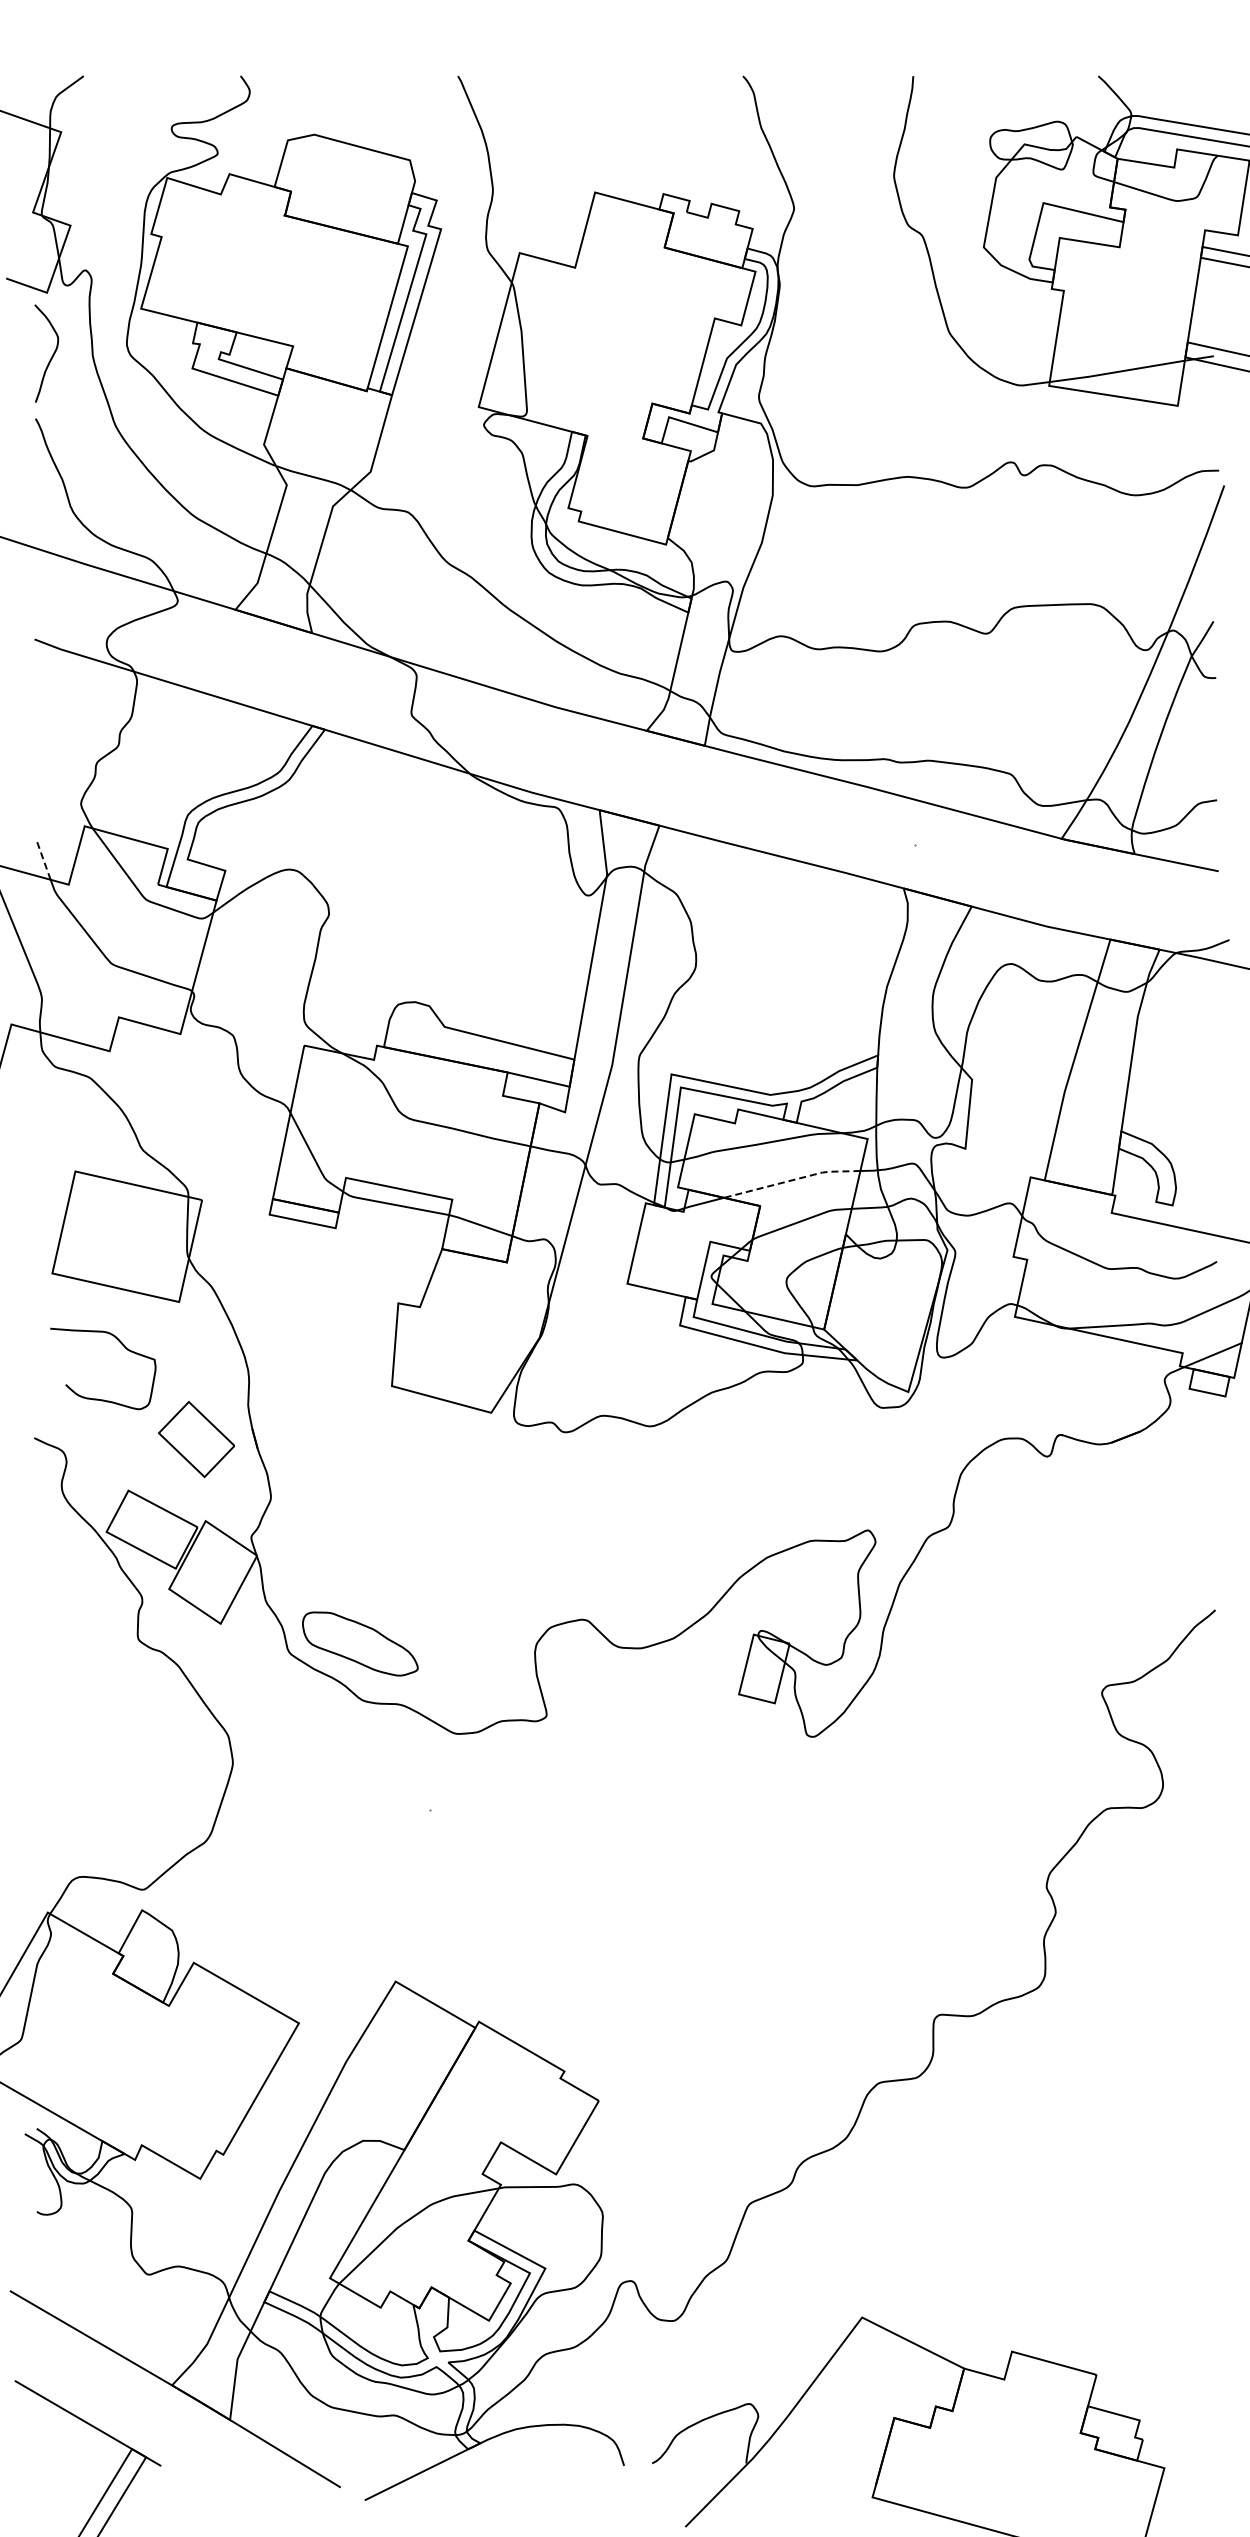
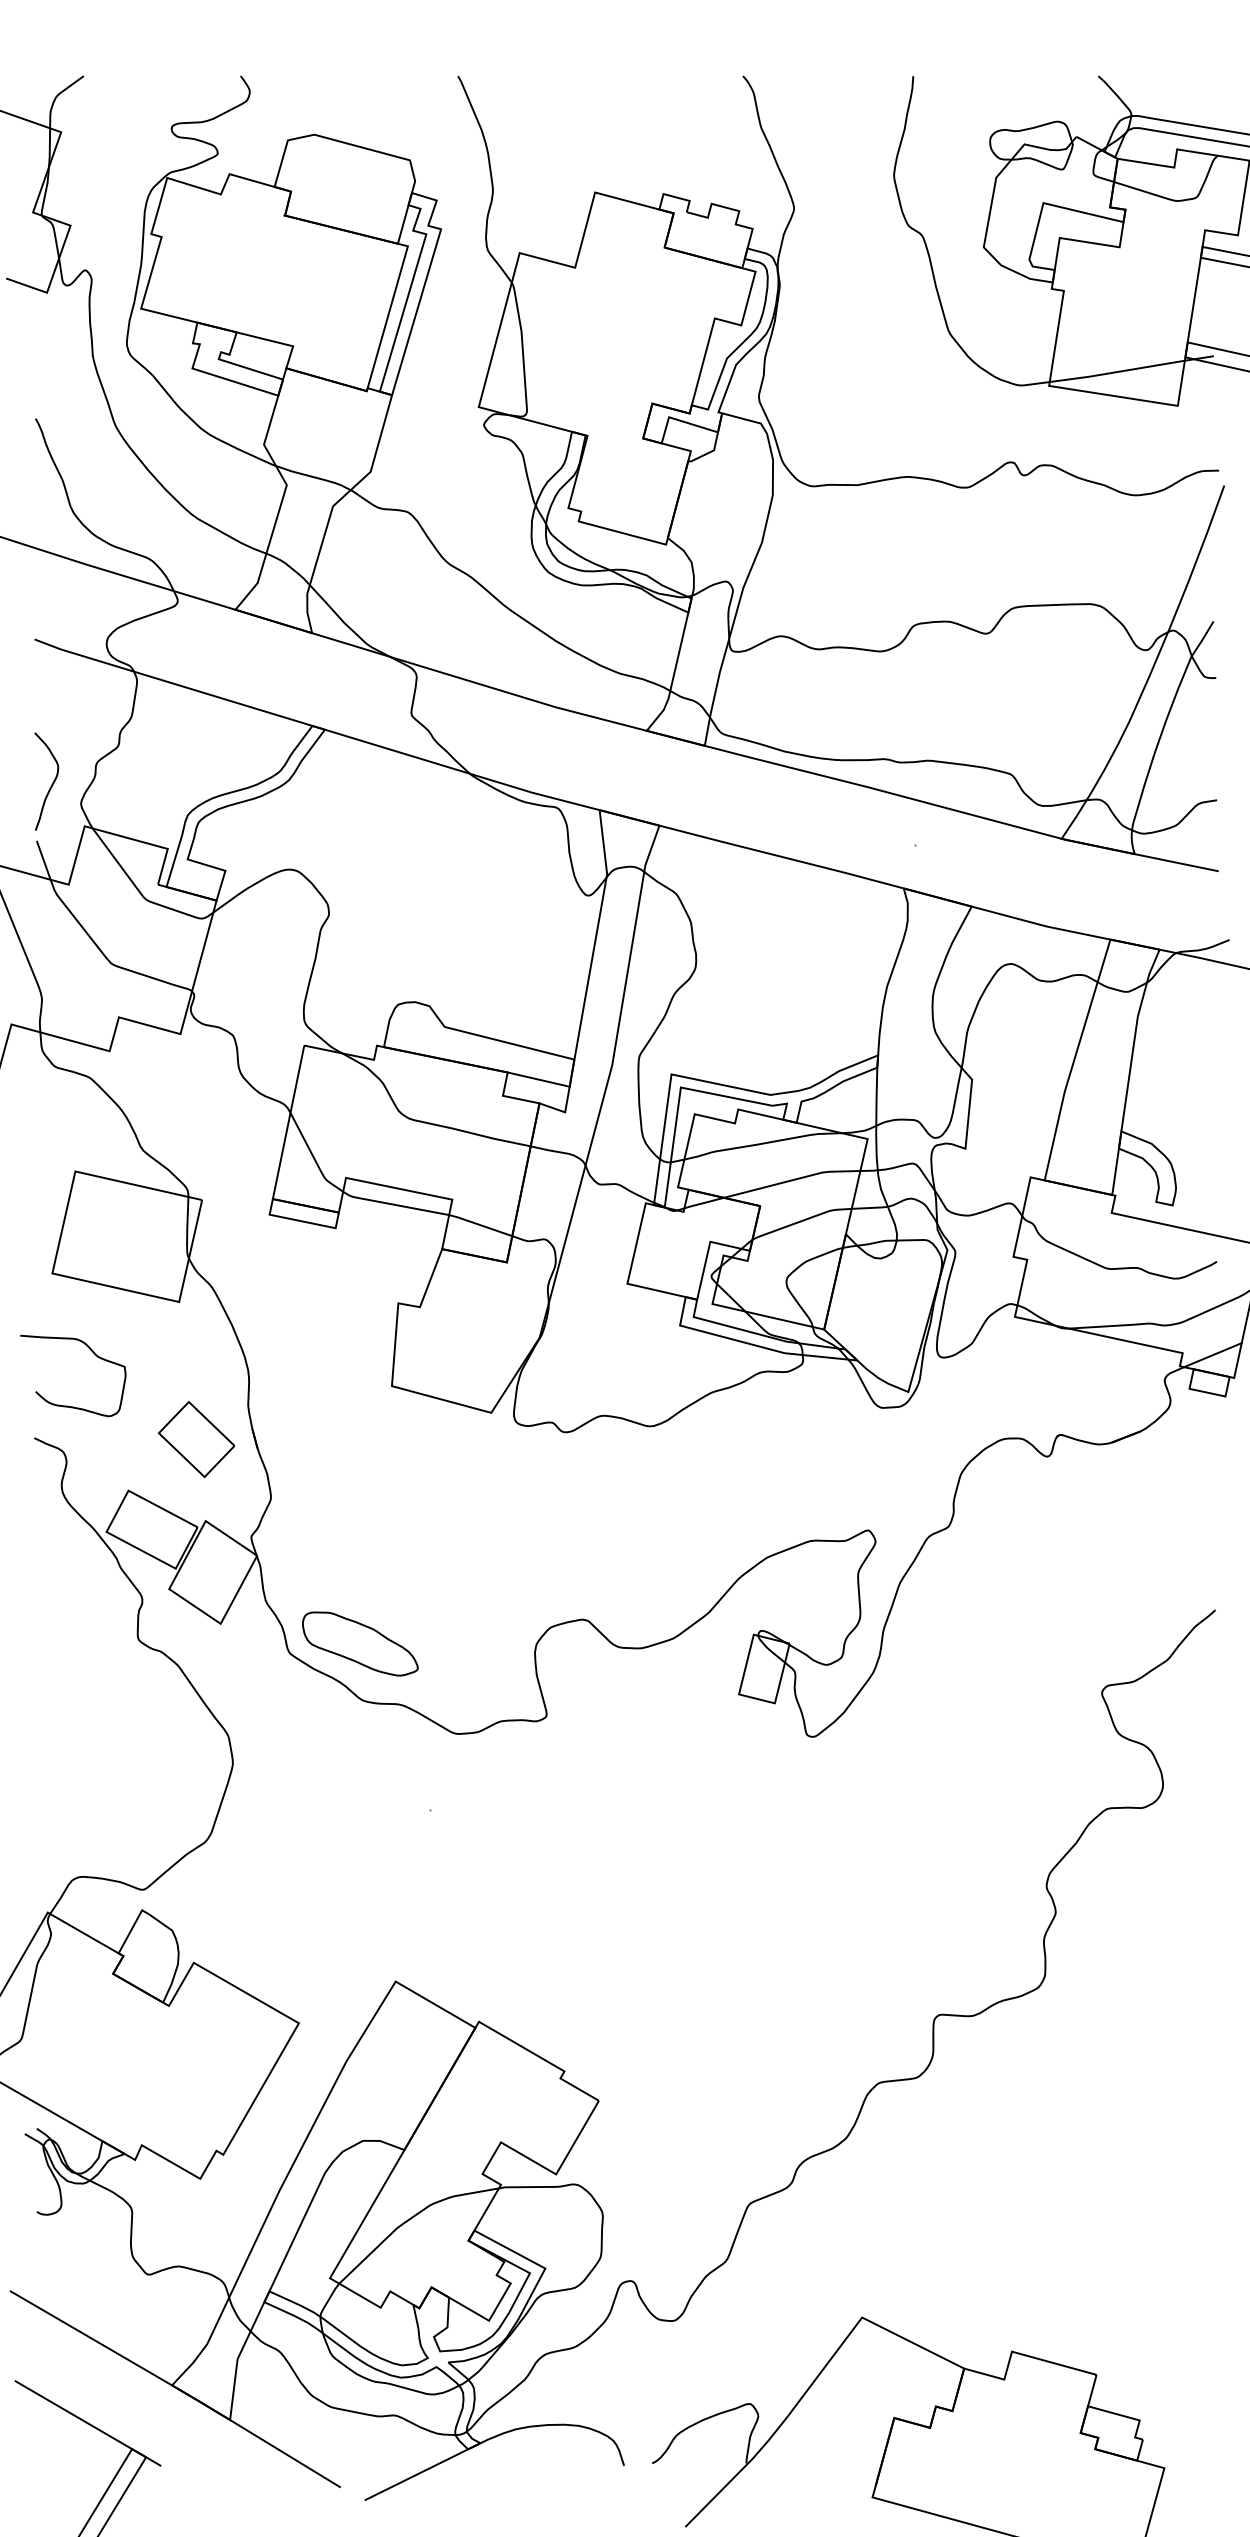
curve at (51, 356) position: (51, 356) -> (51, 784)
line at (43, 860): dashed -> solid
line at (792, 1180): dashed -> solid
curve at (124, 1347) position: (124, 1347) -> (94, 1354)
